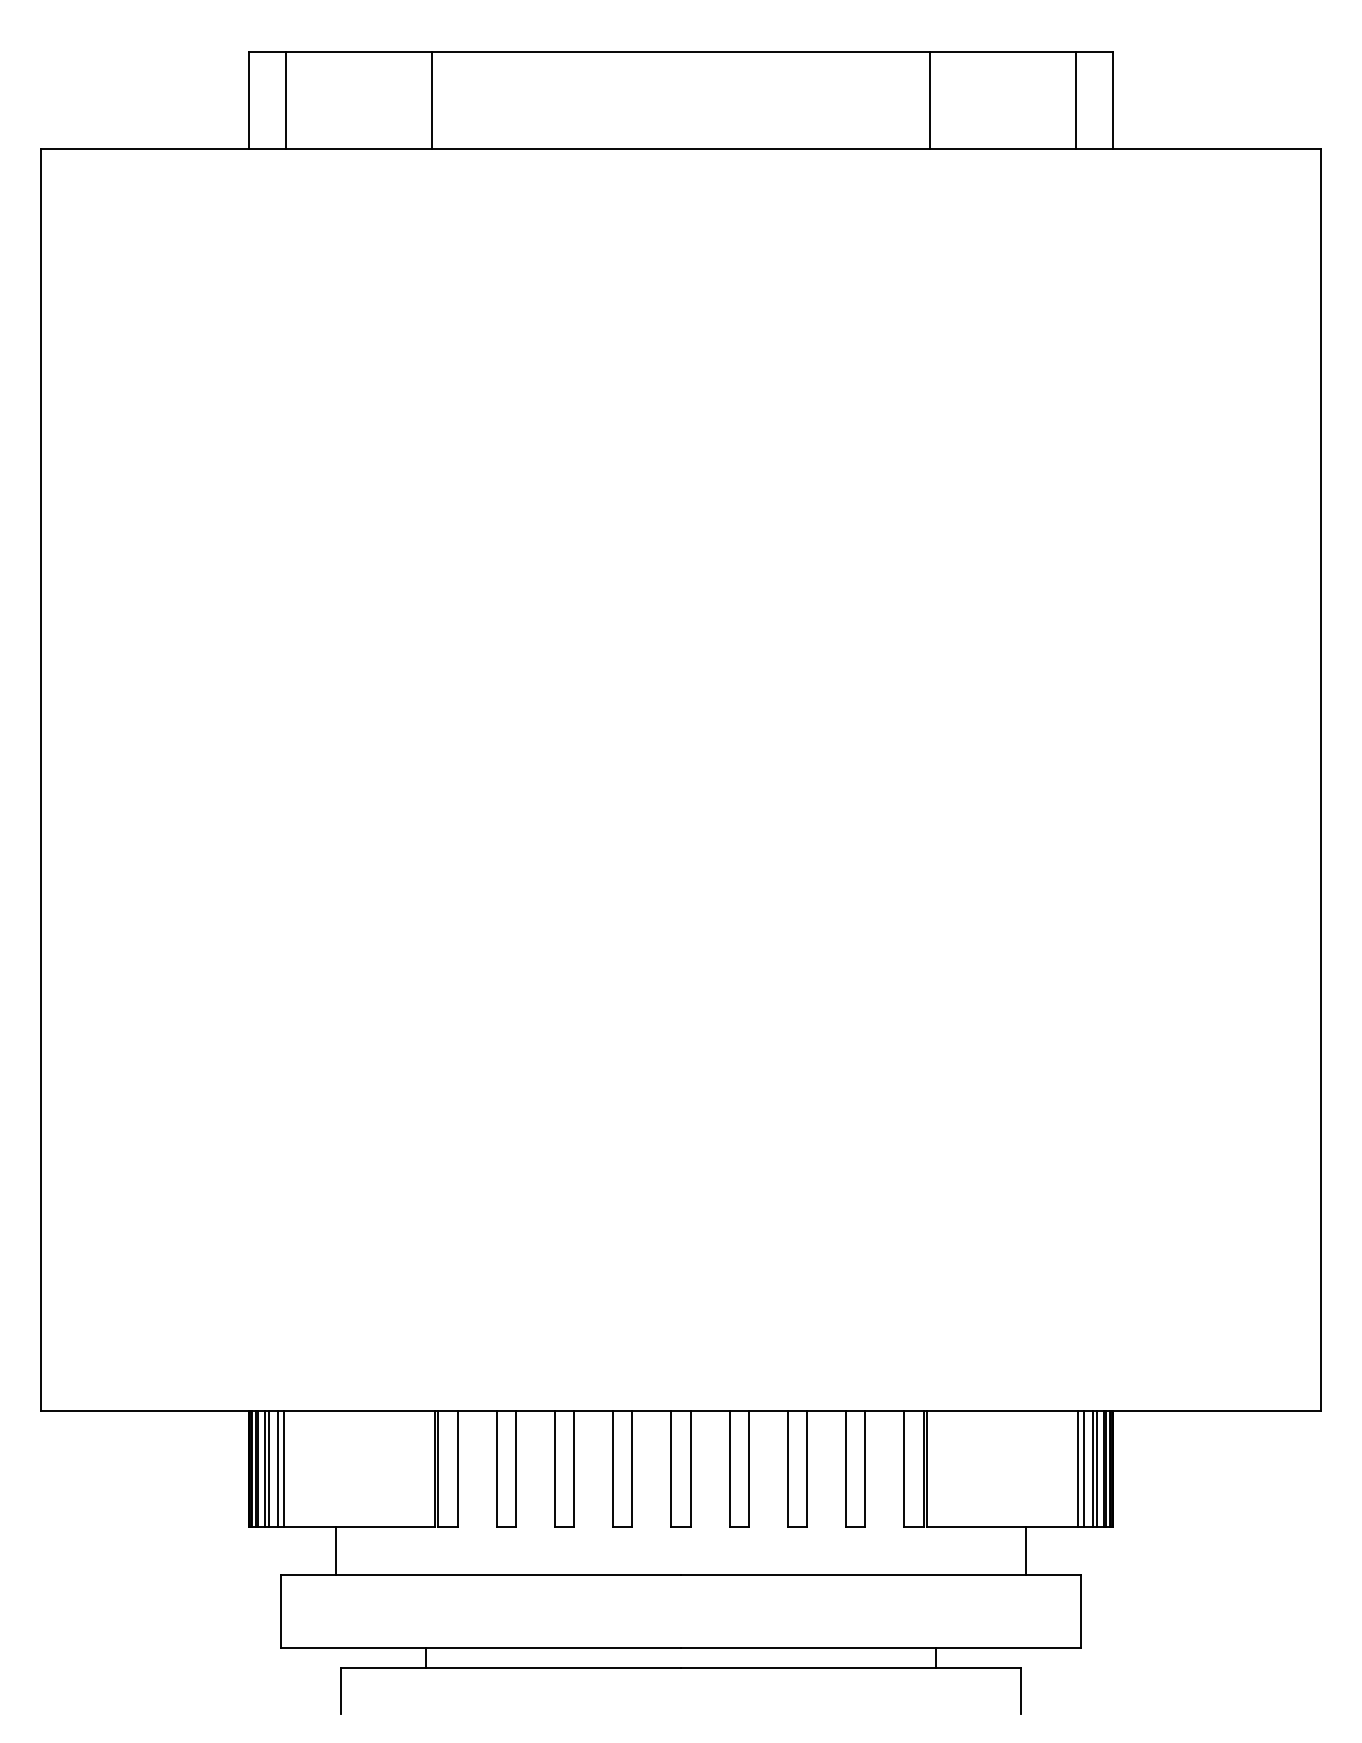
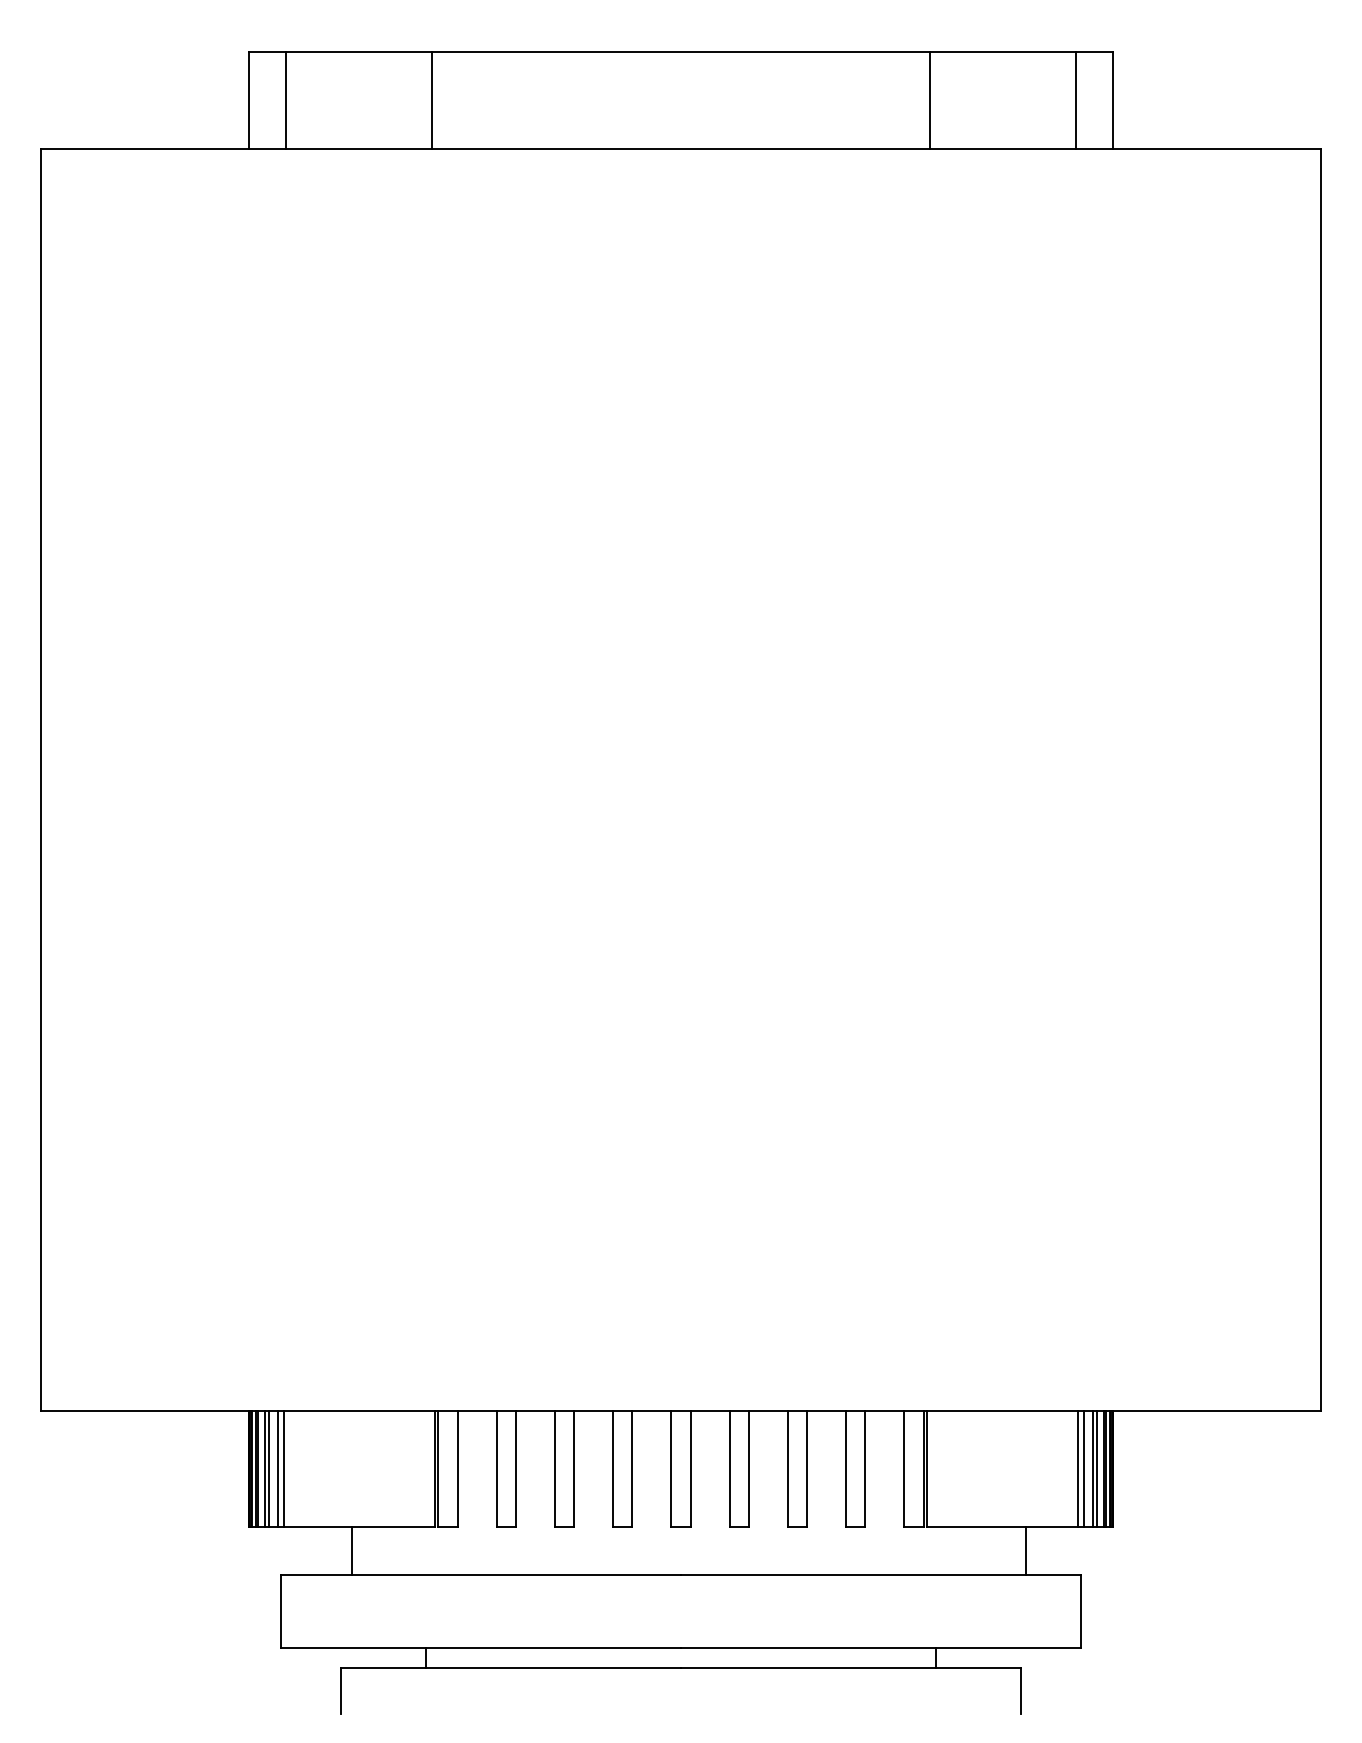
line at (335, 1550) position: (335, 1550) -> (351, 1550)
